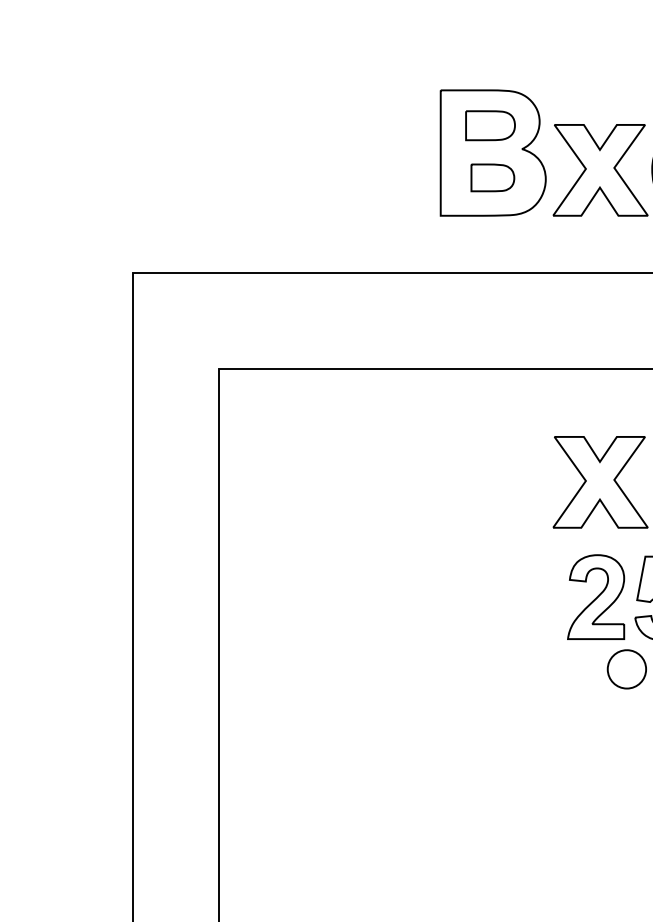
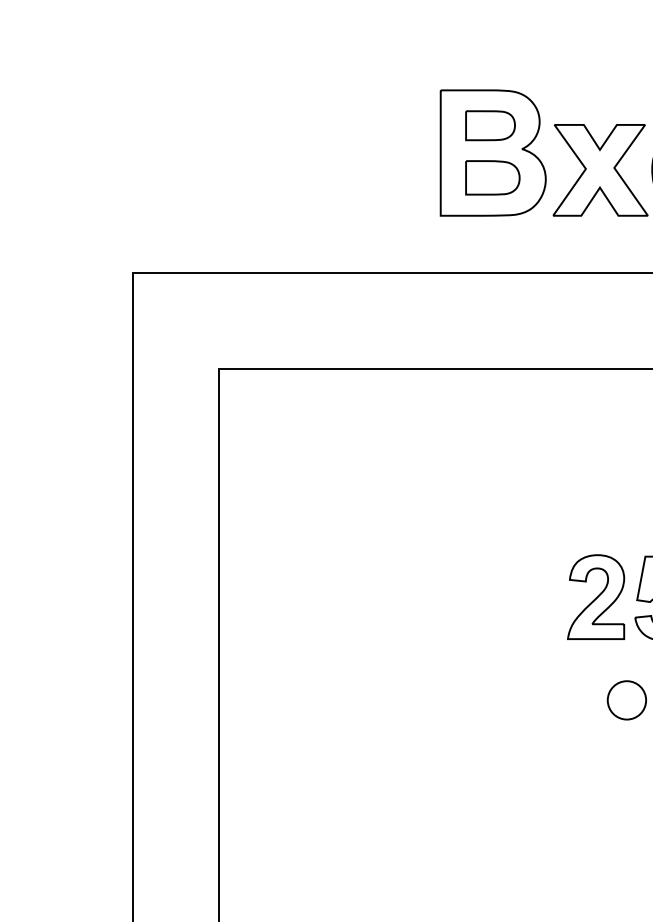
part at (492, 177) size: 46x30 px -> 56x36 px
part at (600, 482): present -> none
part at (626, 669) position: (626, 669) -> (626, 700)
